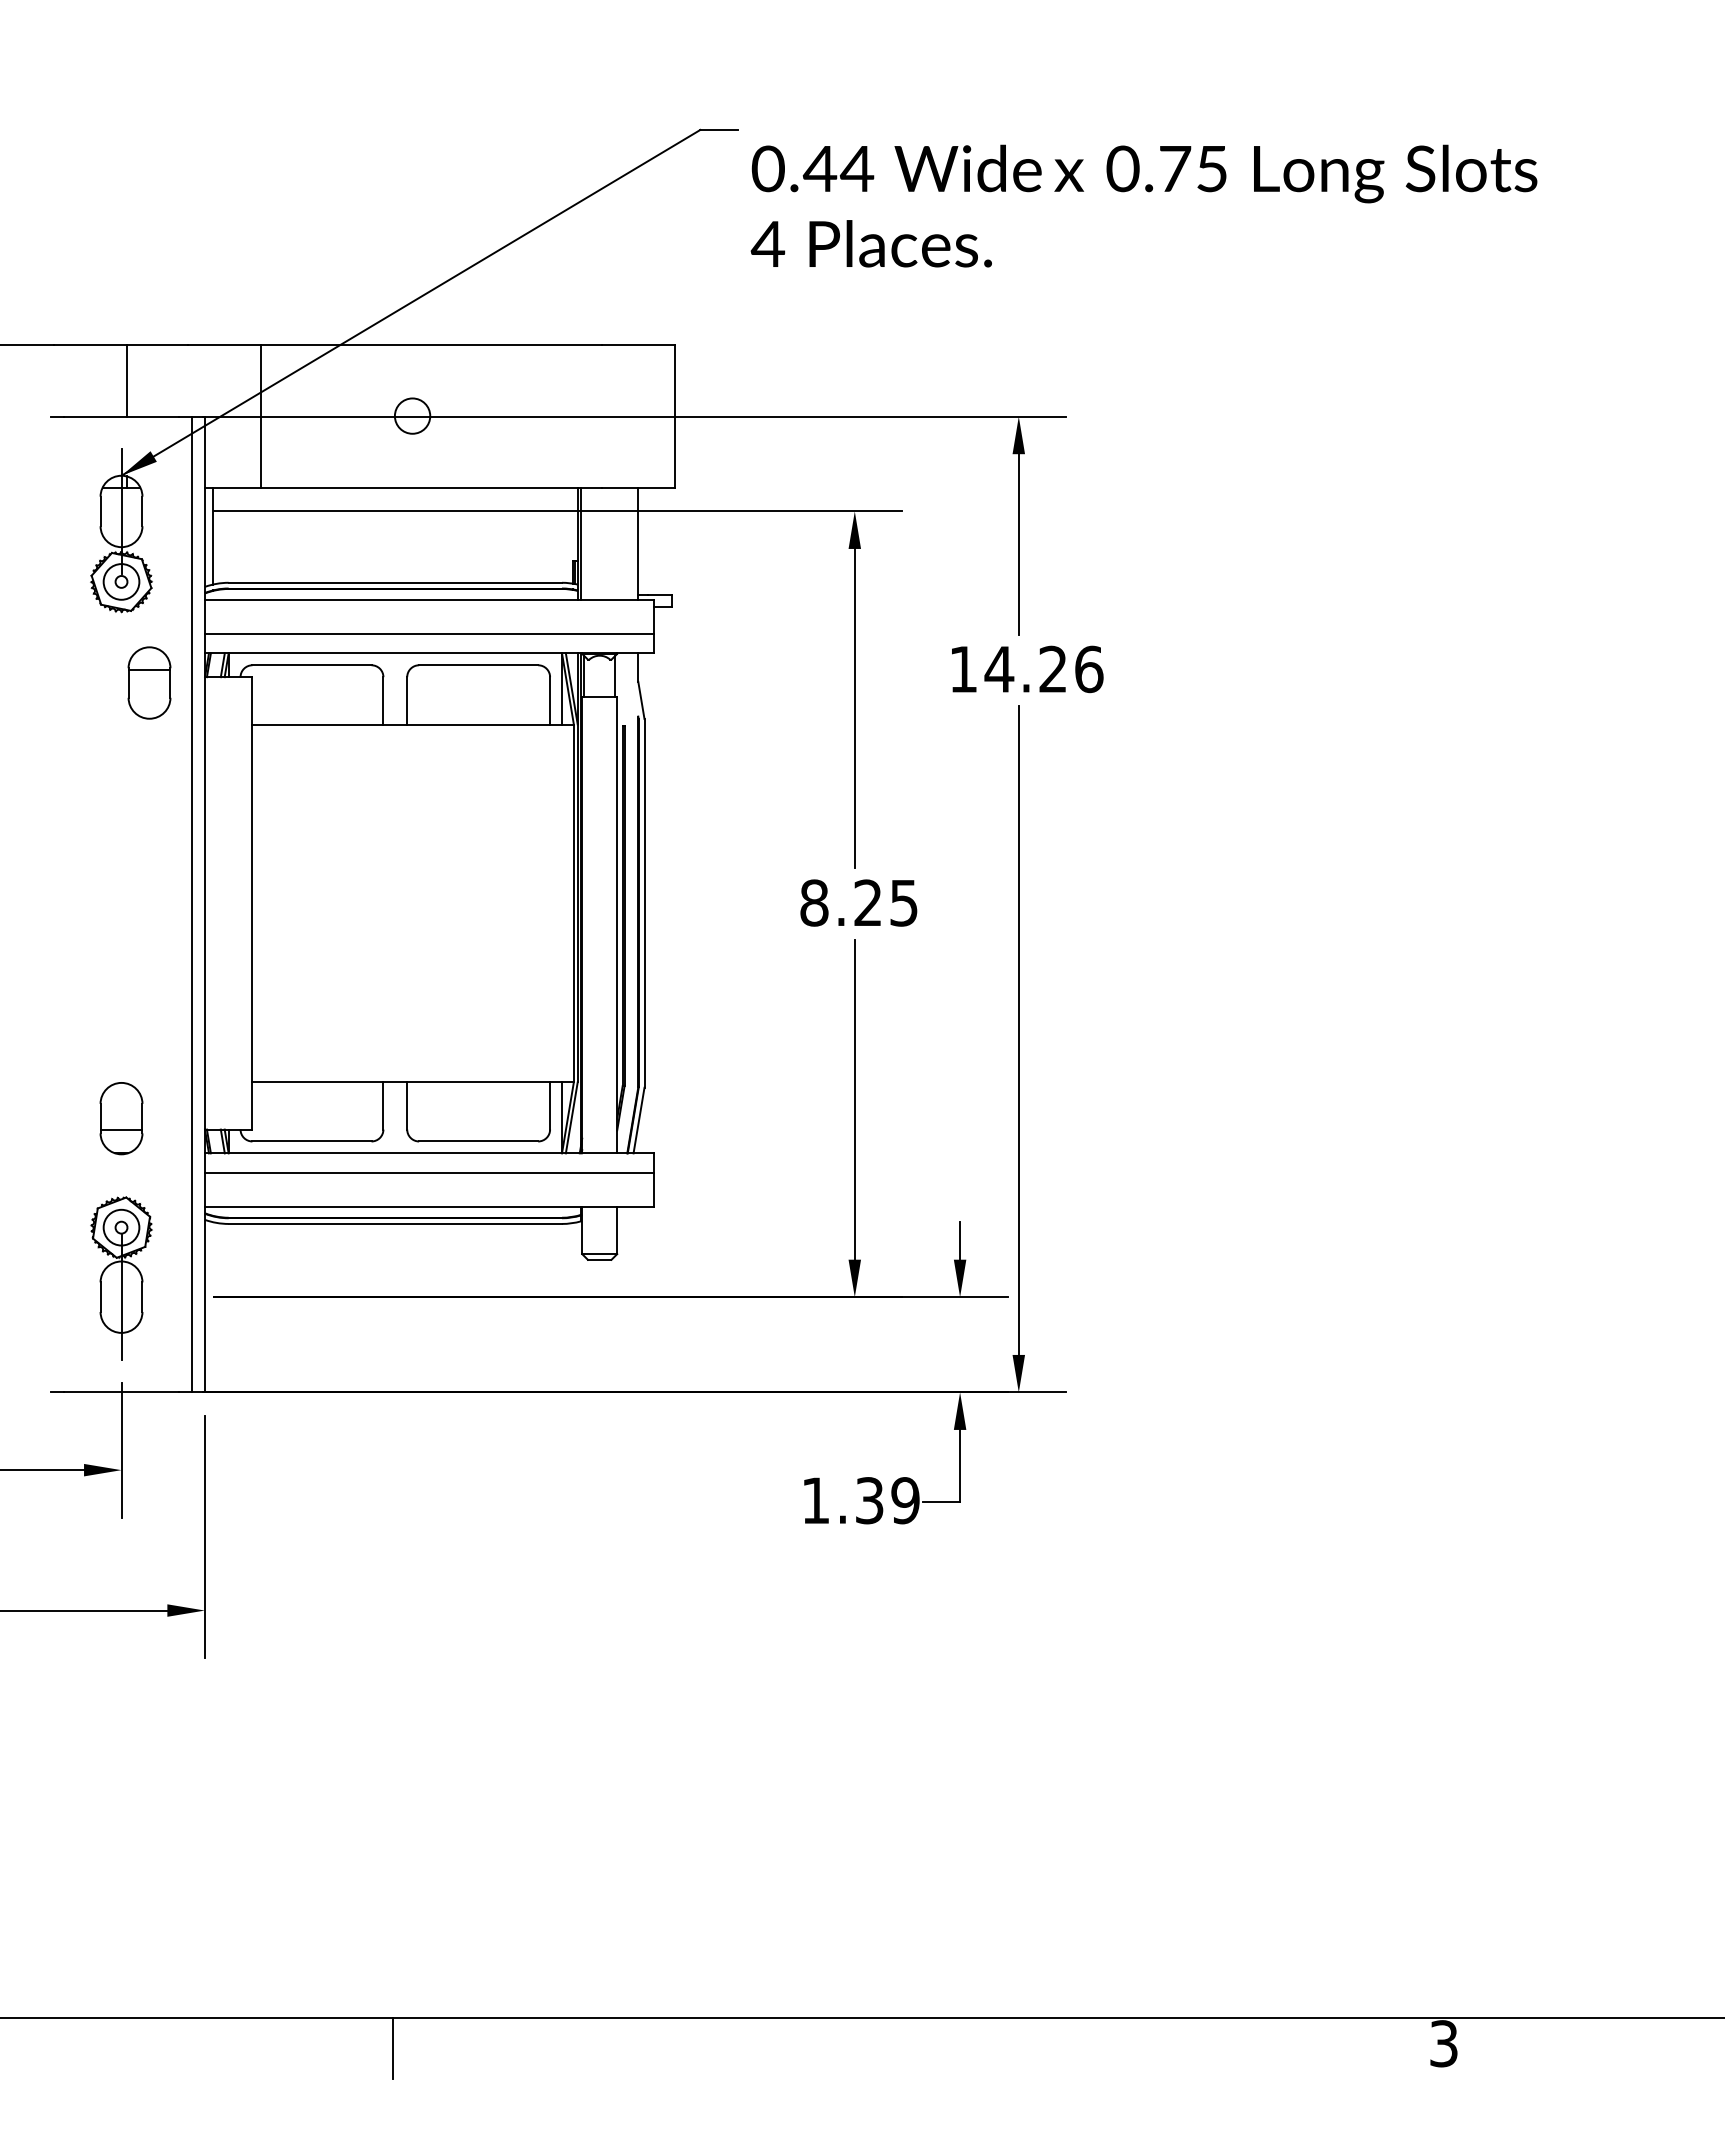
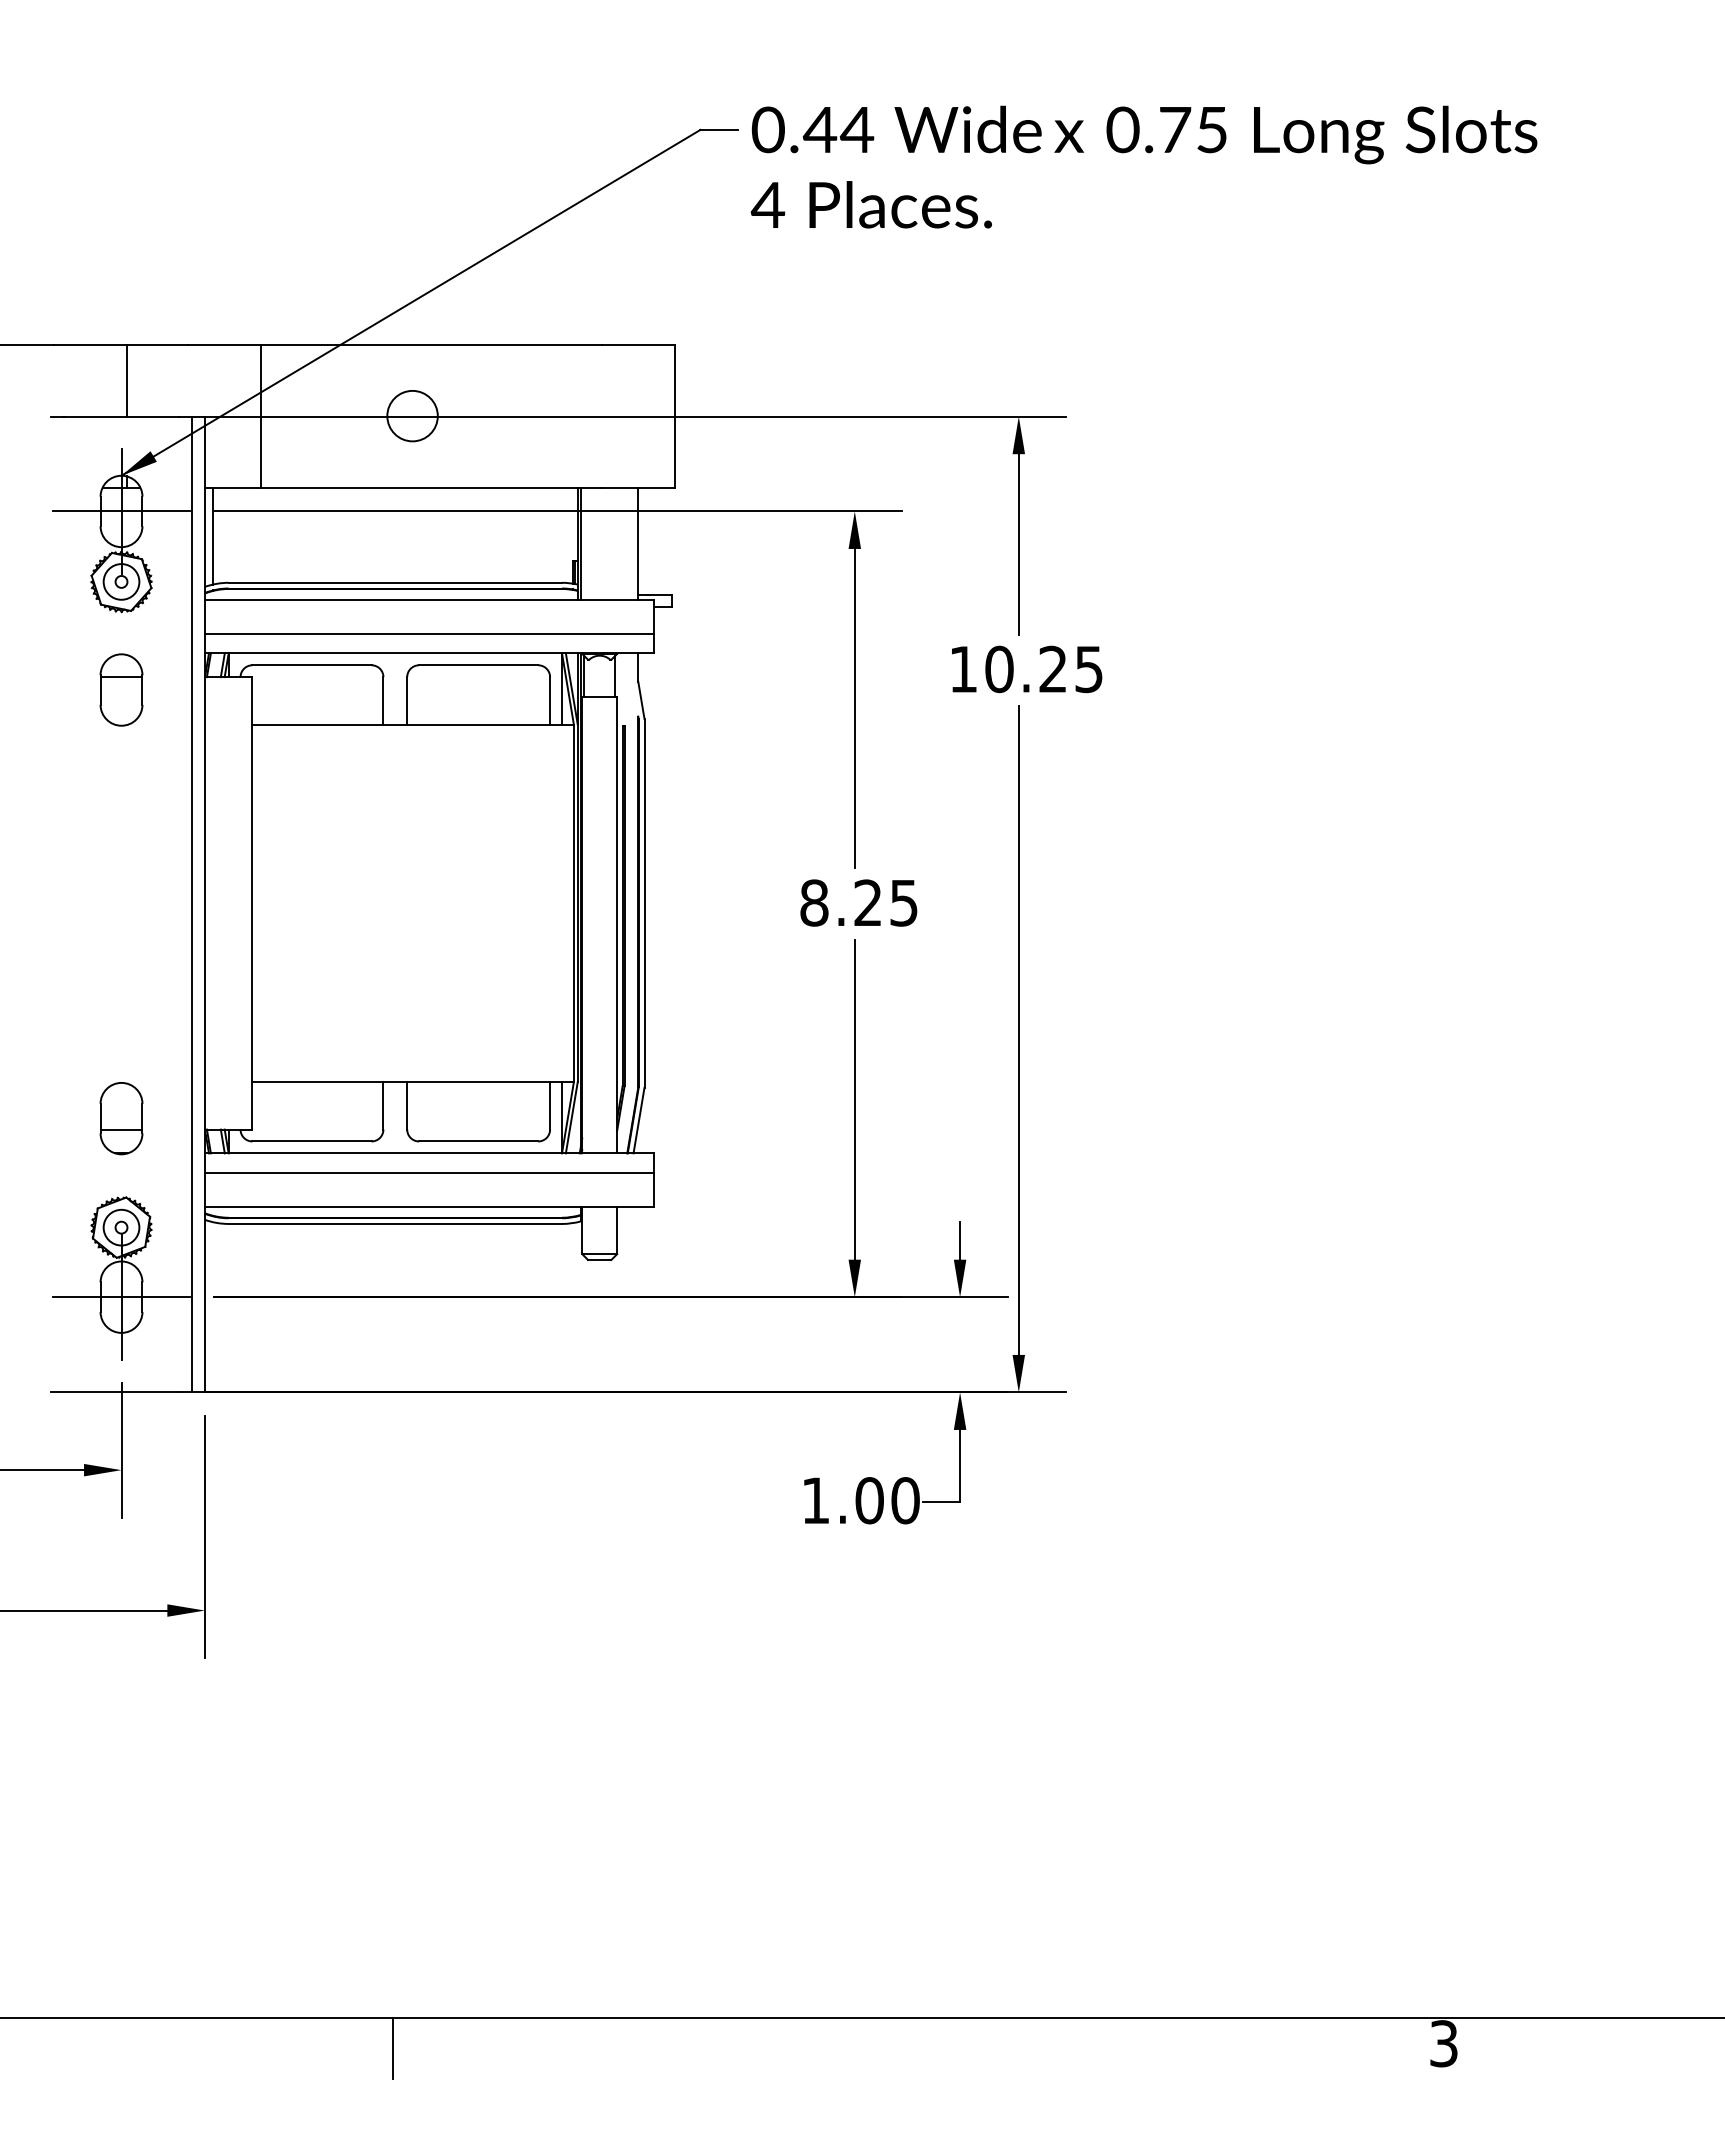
text at (1143, 205) position: (1143, 205) -> (1143, 166)
circle at (412, 415) diameter: 35 px -> 50 px
line at (121, 511): none -> present
text at (1043, 669): 14.26 -> 10.25
part at (149, 682) position: (149, 682) -> (121, 689)
line at (121, 1297): none -> present
text at (887, 1500): 1.39 -> 1.00
